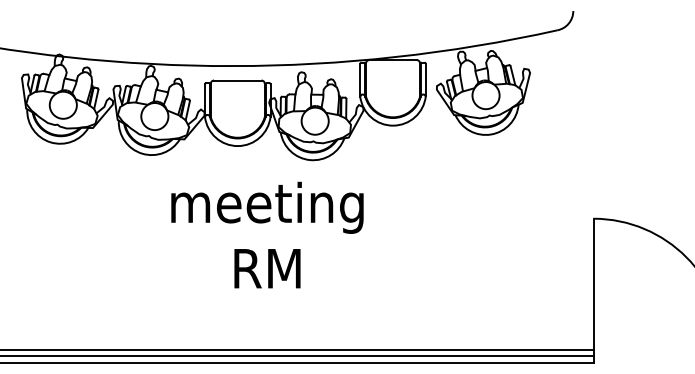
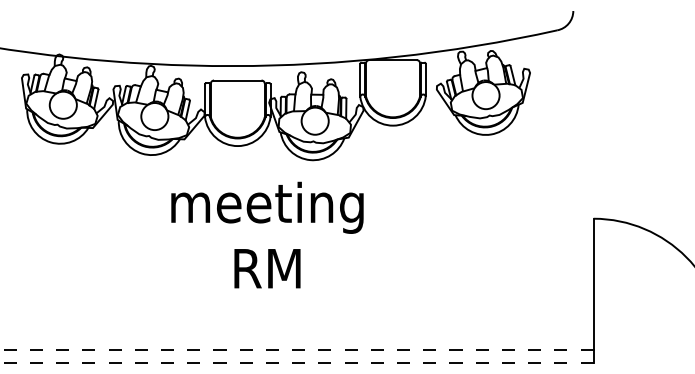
line at (297, 349): solid -> dashed
line at (297, 356): present -> none
line at (297, 362): solid -> dashed
